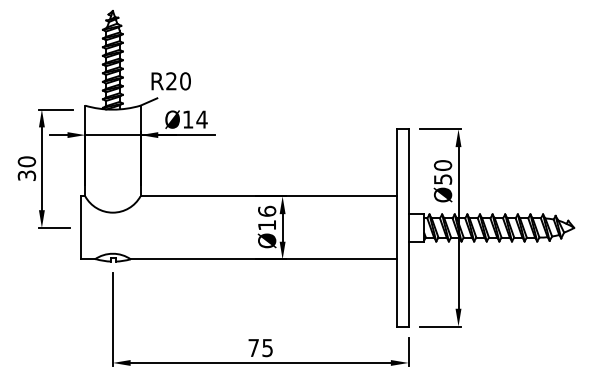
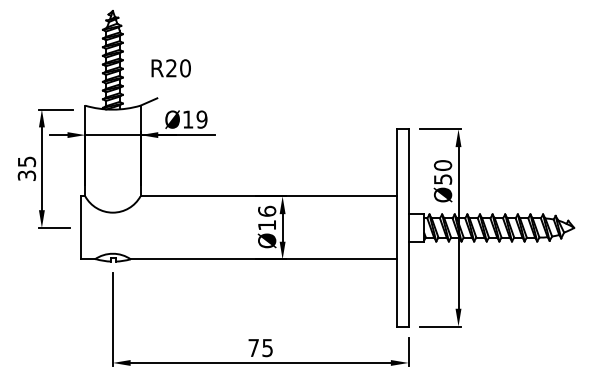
text at (170, 81) position: (170, 81) -> (170, 68)
text at (201, 119): Ø14 -> Ø19
text at (26, 161): 30 -> 35
